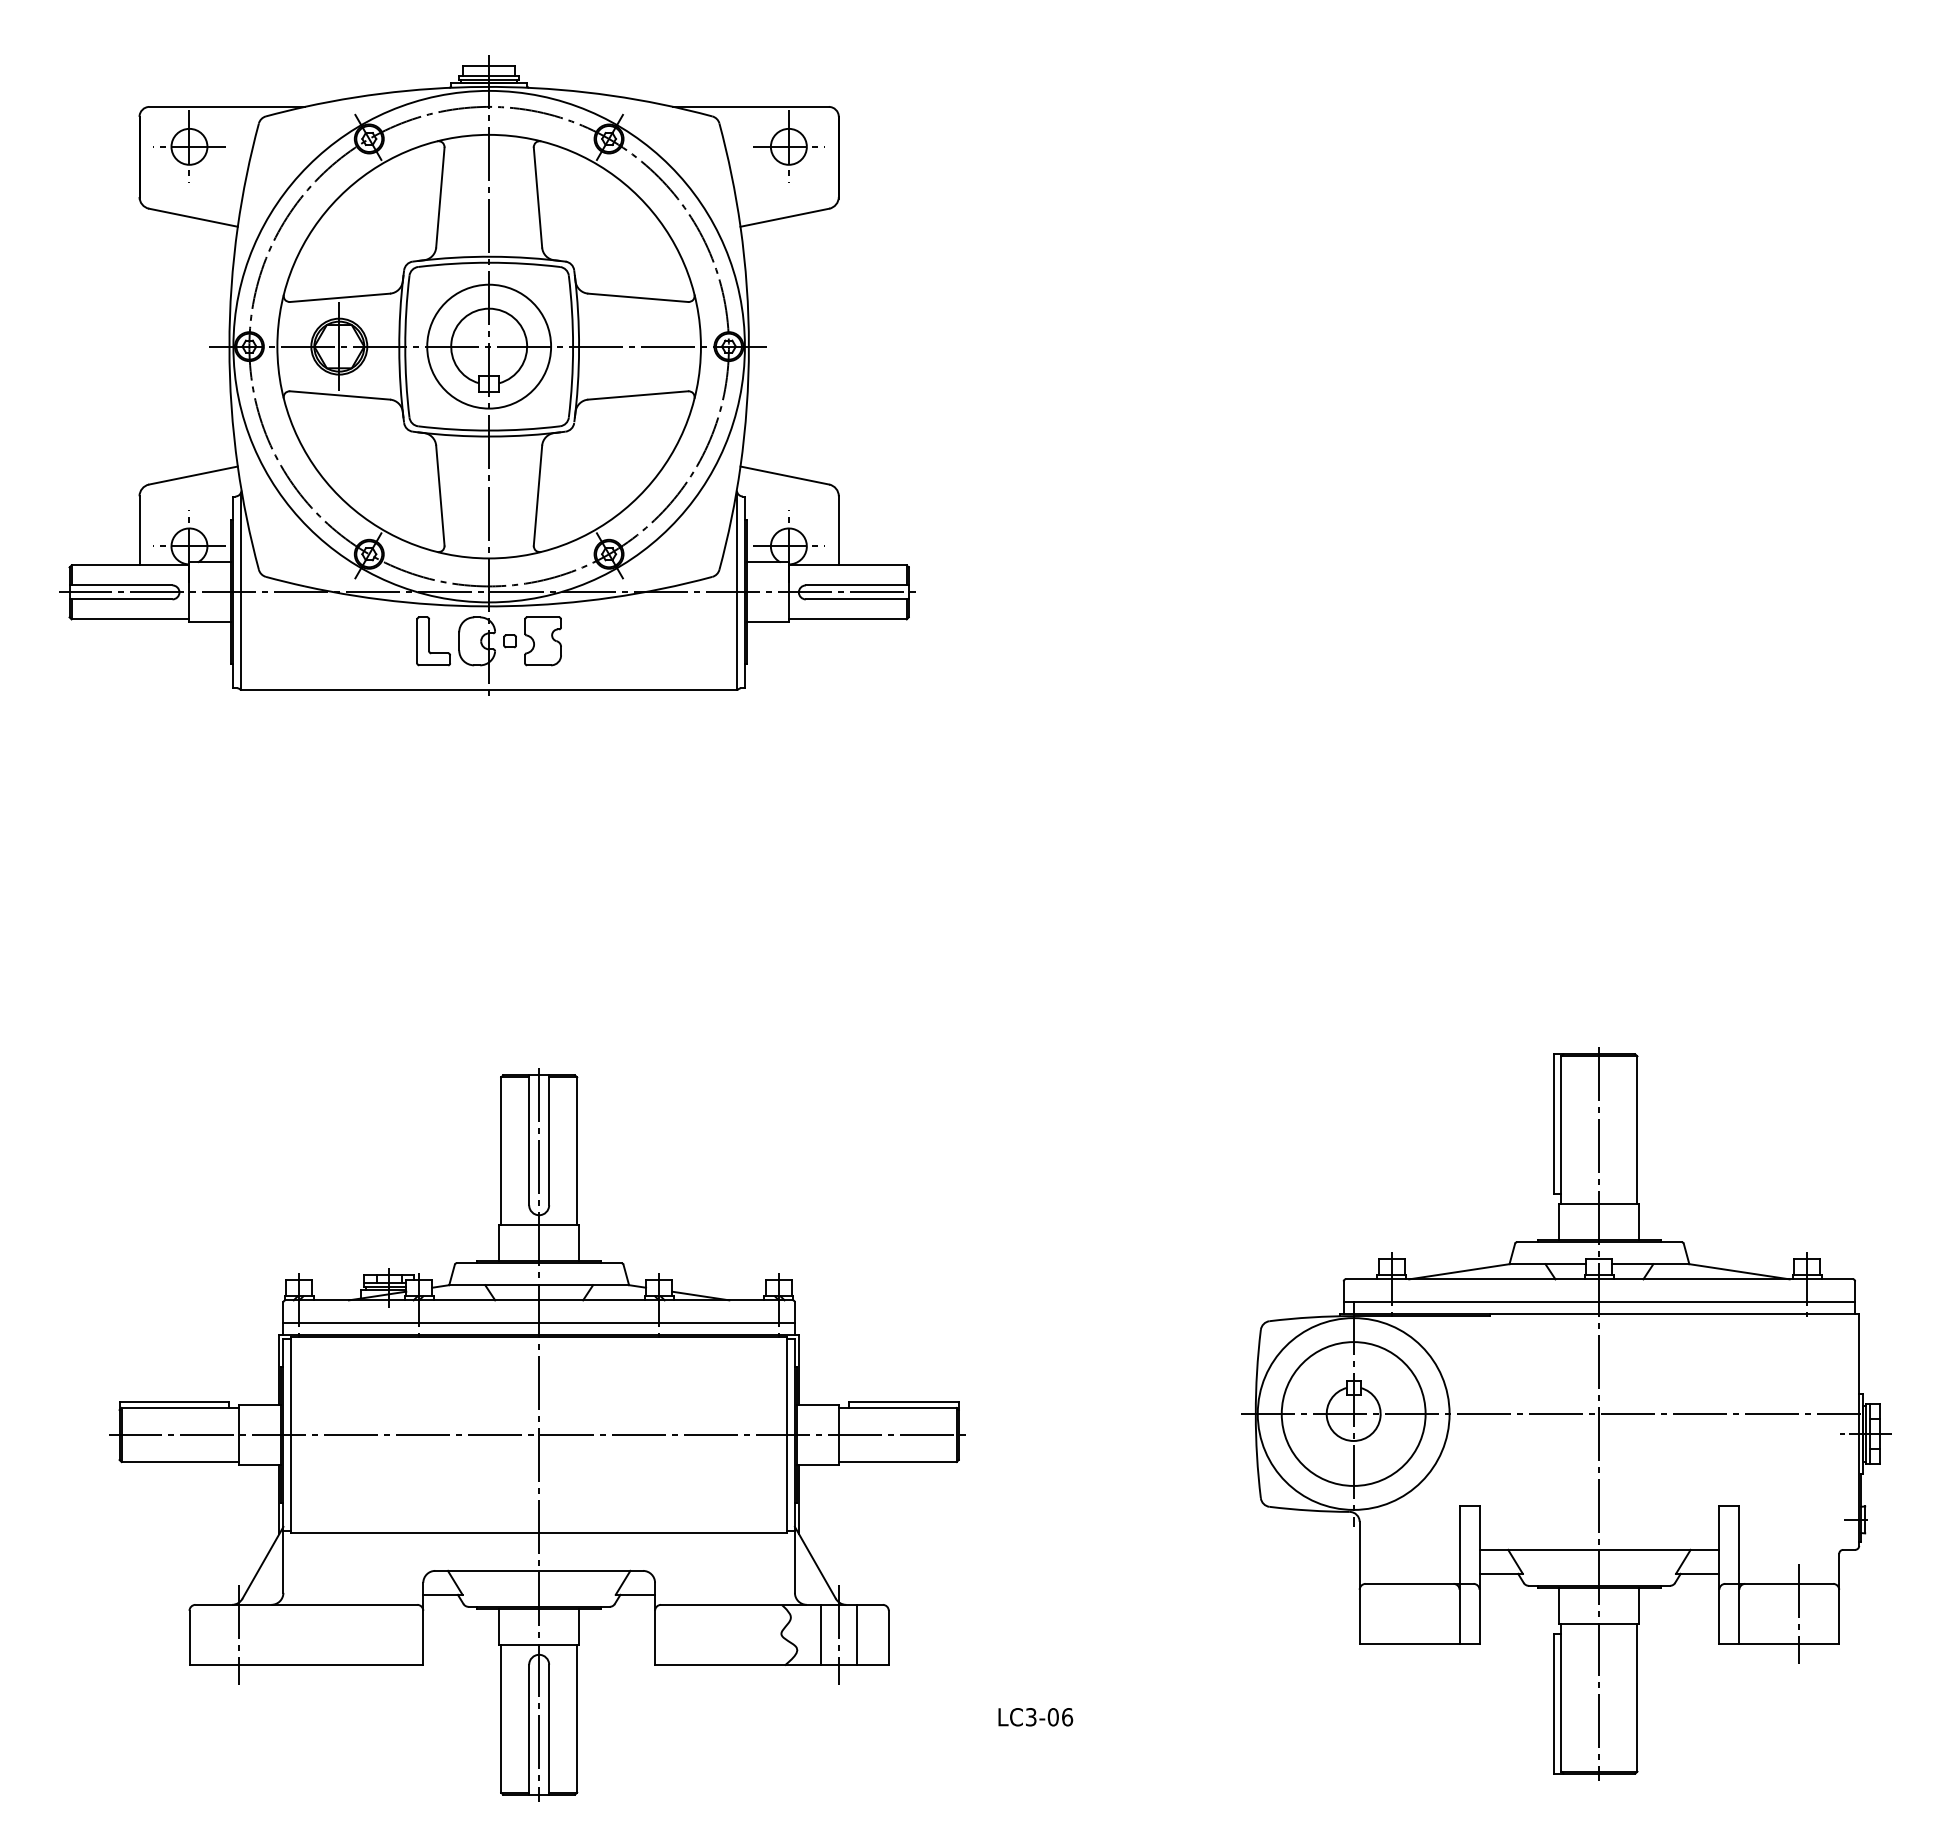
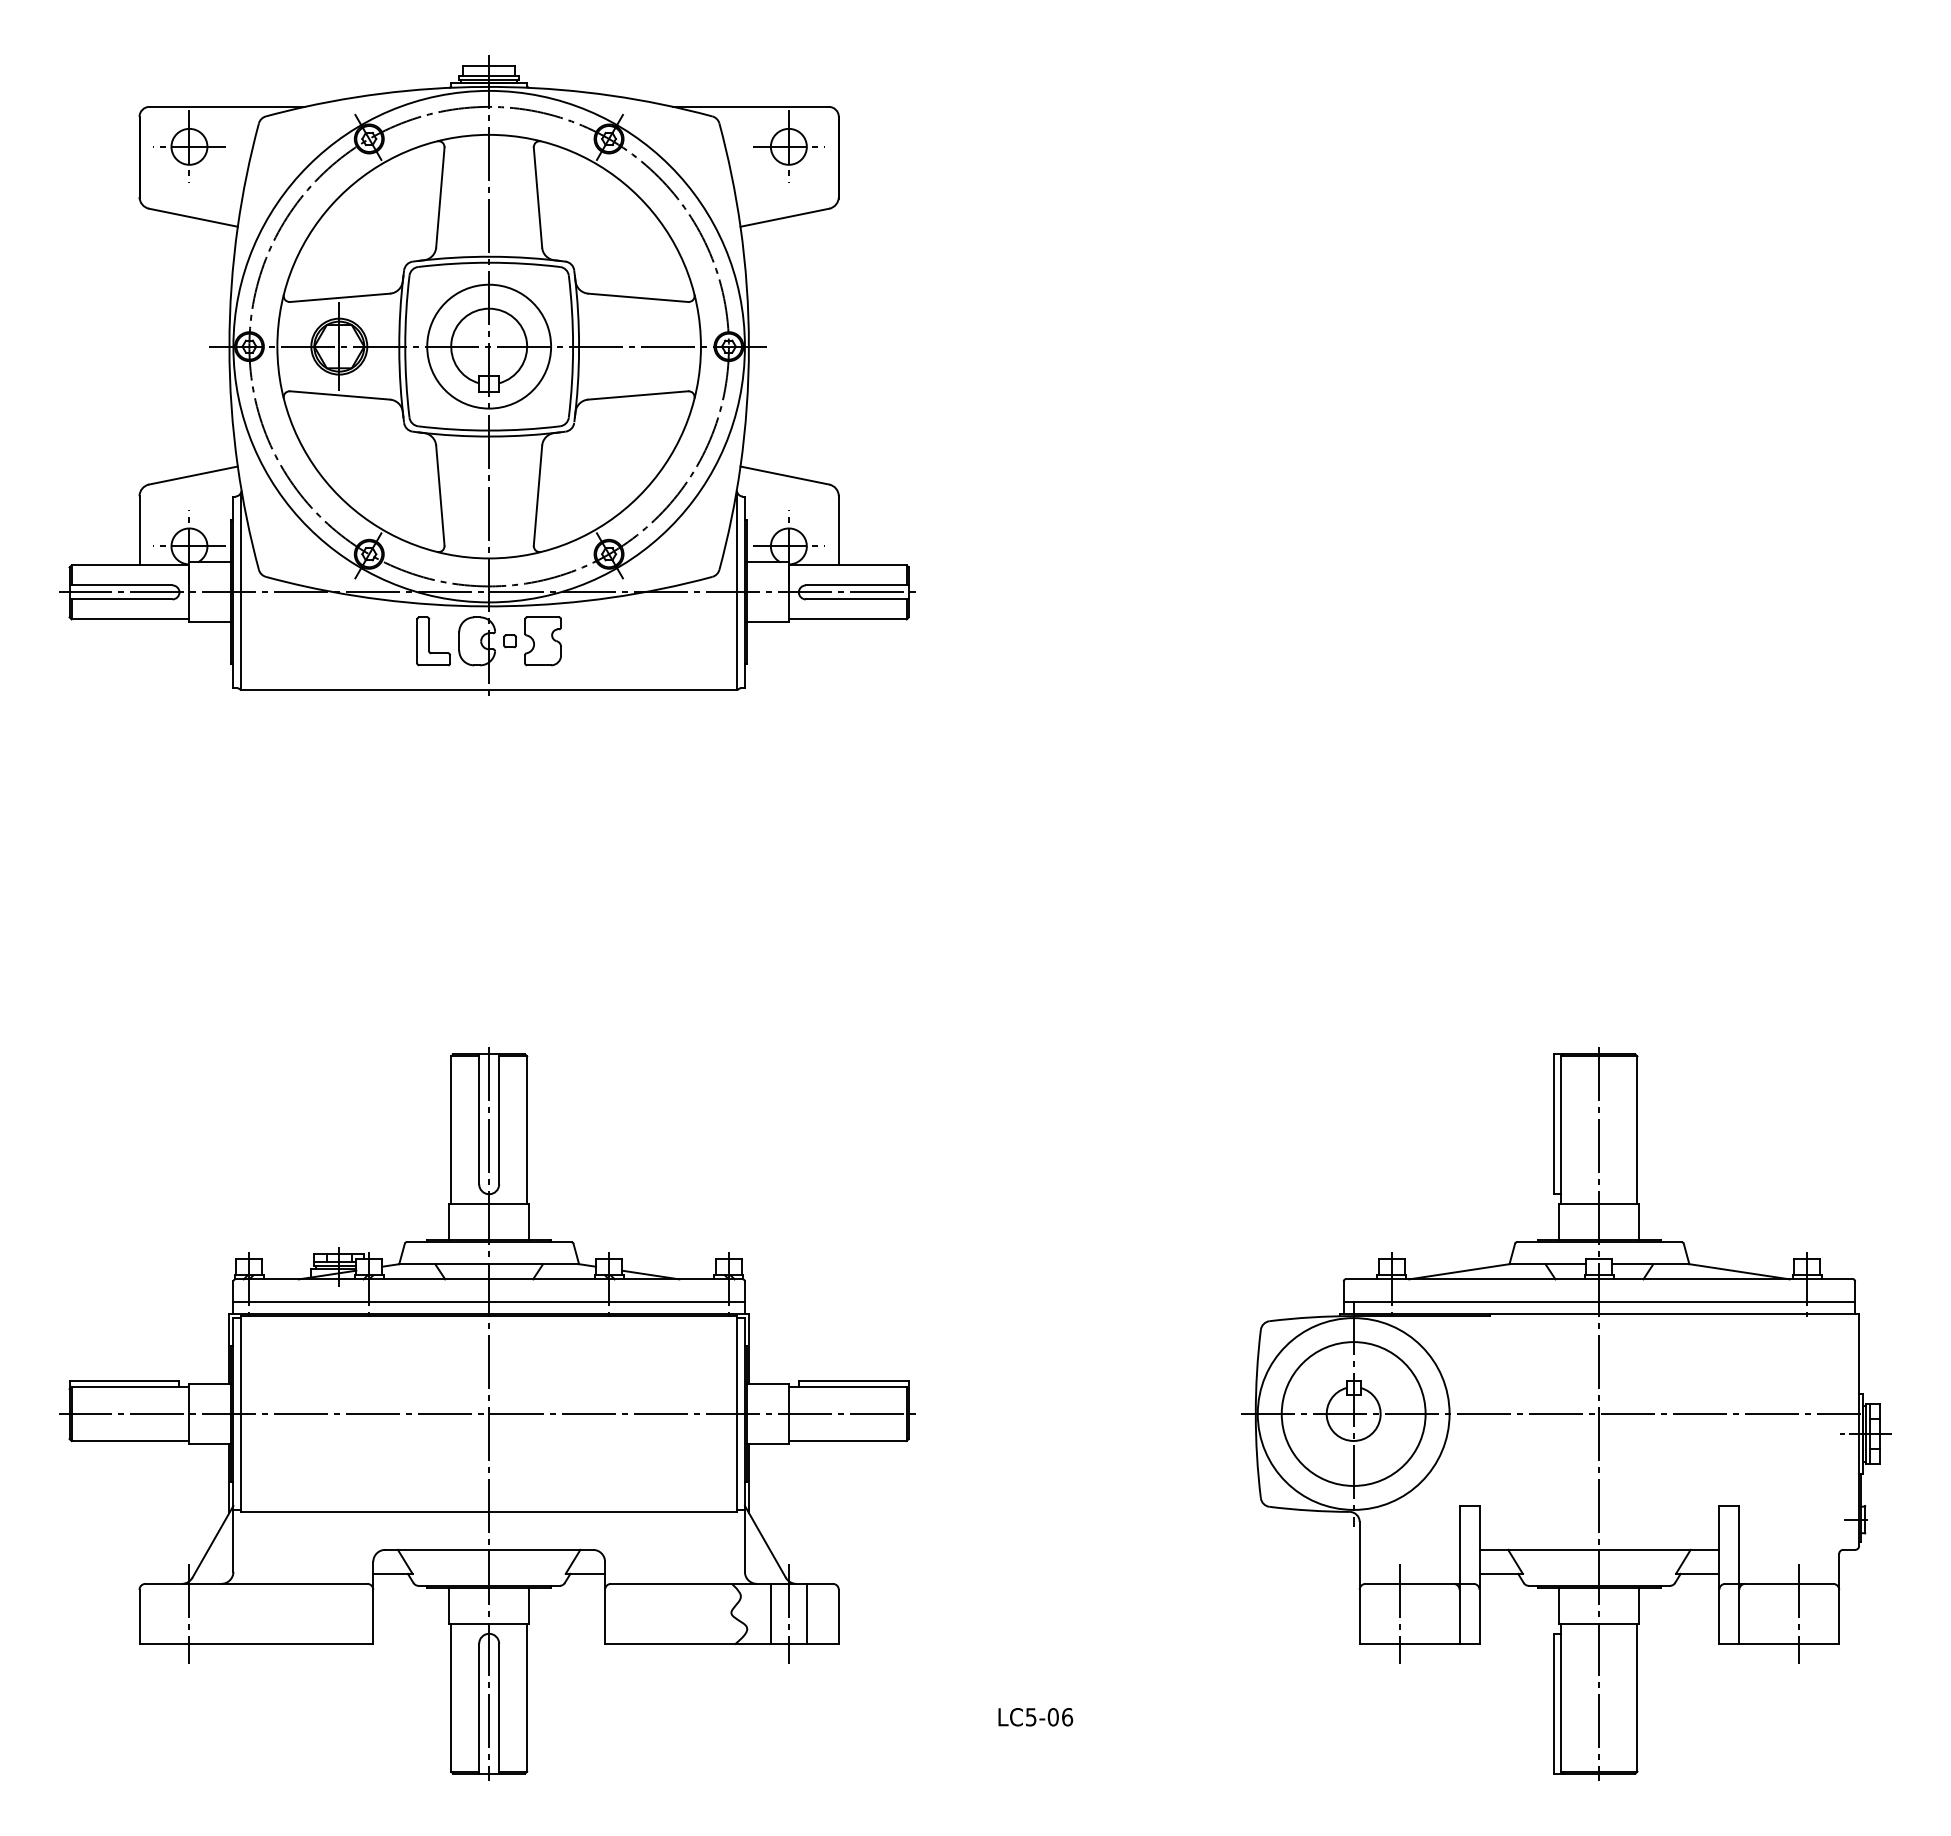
part at (537, 1434) position: (537, 1434) -> (487, 1413)
line at (1399, 1613): none -> present
text at (1031, 1716): LC3-06 -> LC5-06
